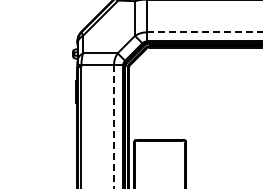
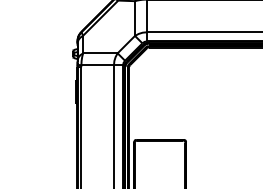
line at (204, 32): dashed -> solid
line at (113, 127): dashed -> solid
